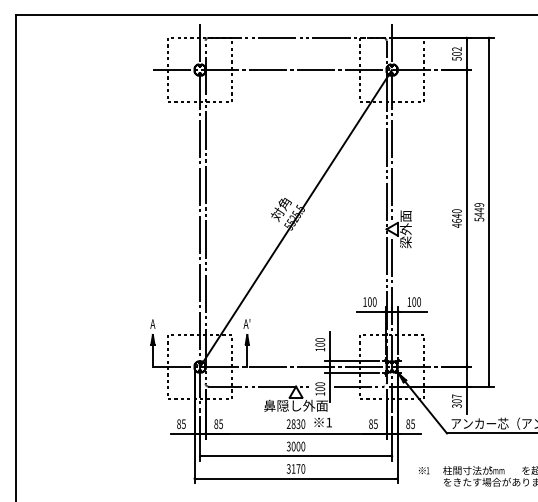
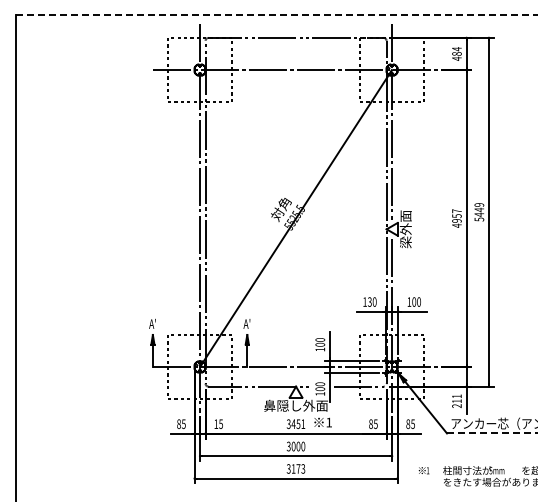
line at (277, 15): solid -> dashed
text at (456, 53): 502 -> 484
text at (456, 215): 4640 -> 4957
text at (369, 301): 100 -> 130
text at (152, 323): A -> A'
text at (456, 401): 307 -> 211
text at (216, 424): 85 -> 15
text at (295, 424): 2830 -> 3451
line at (492, 433): solid -> dashed
text at (303, 468): 3170 -> 3173
